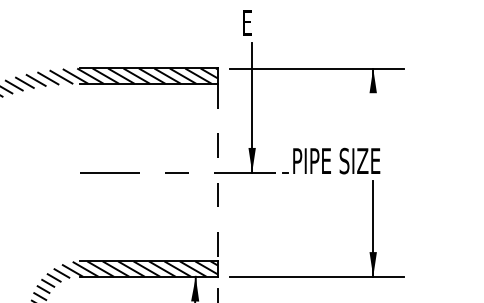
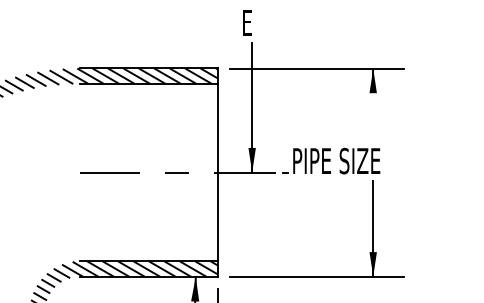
line at (217, 172): dashed -> solid
